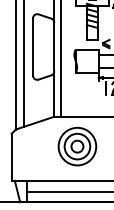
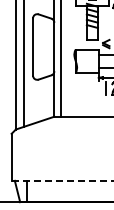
part at (77, 146): present -> none
line at (62, 180): solid -> dashed
line at (68, 191): present -> none
